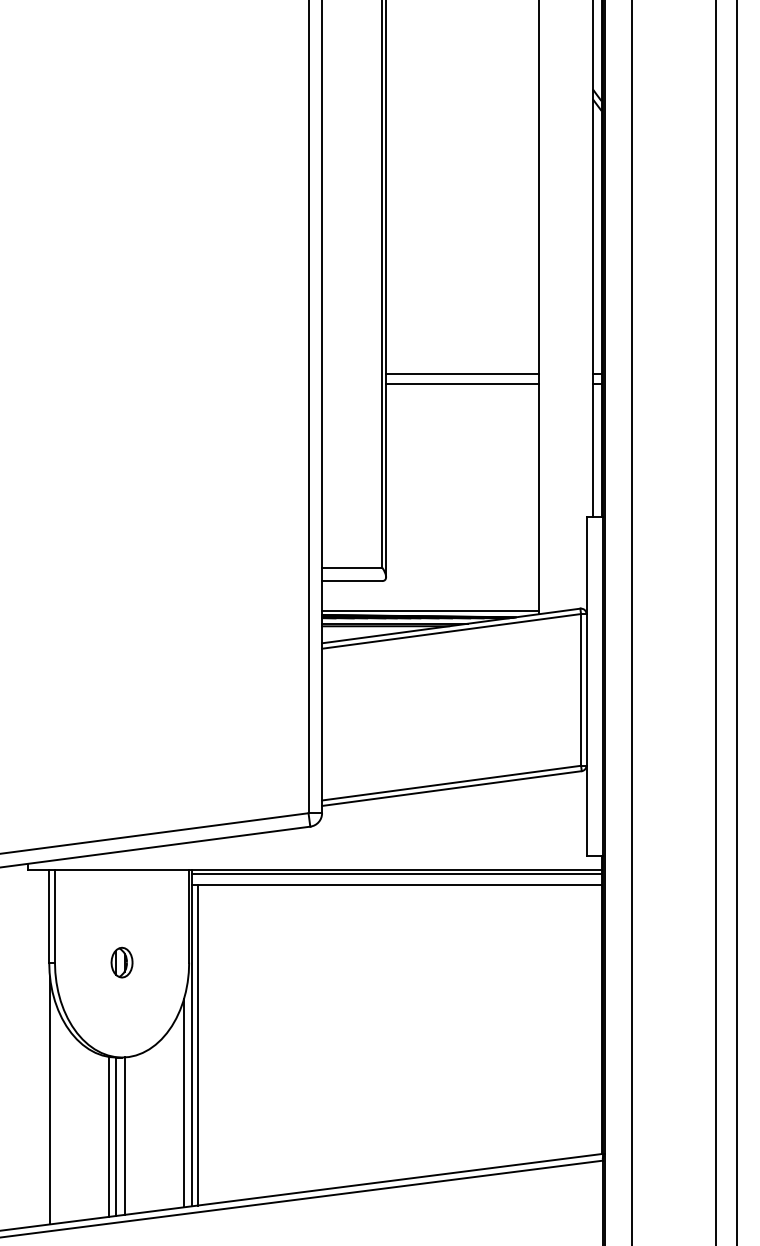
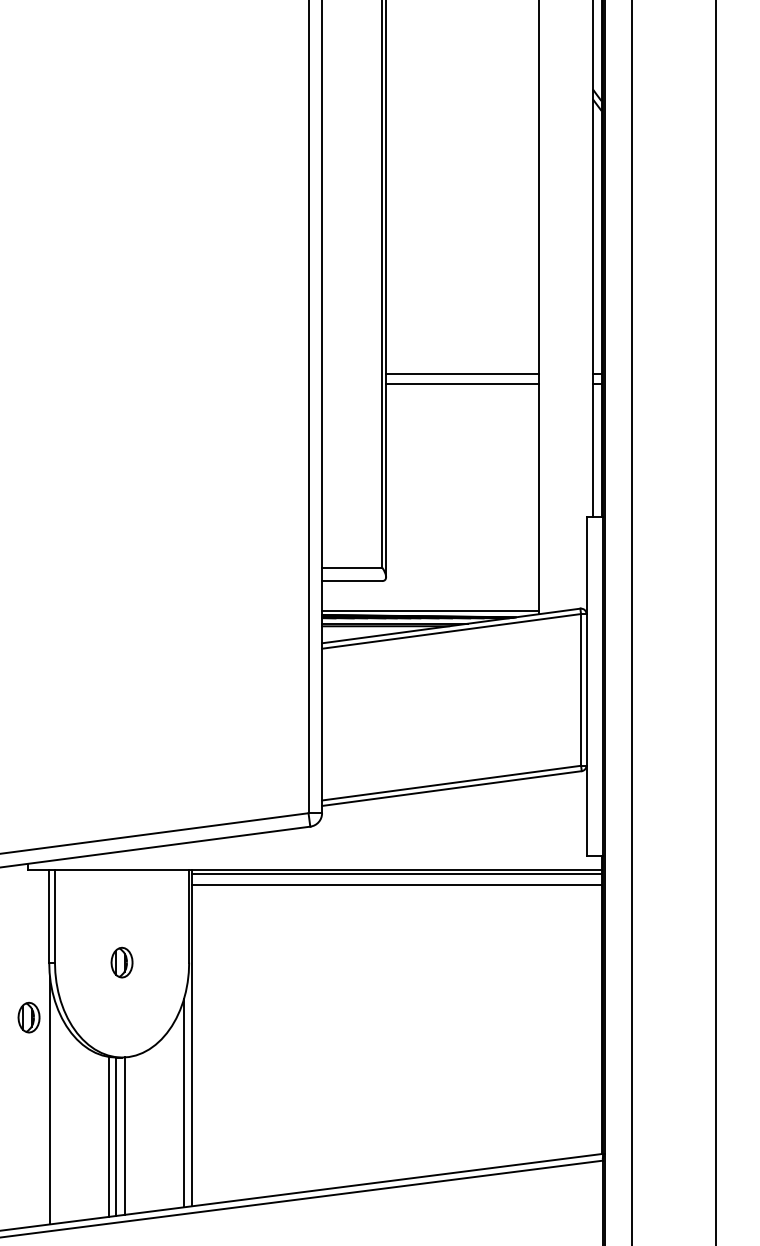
line at (737, 622): present -> none
part at (28, 1017): none -> present
line at (197, 1044): present -> none
